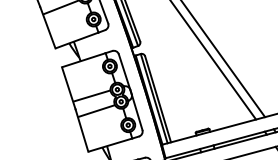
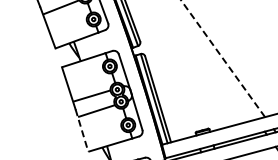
line at (223, 58): solid -> dashed
line at (213, 60): present -> none
line at (82, 131): solid -> dashed
